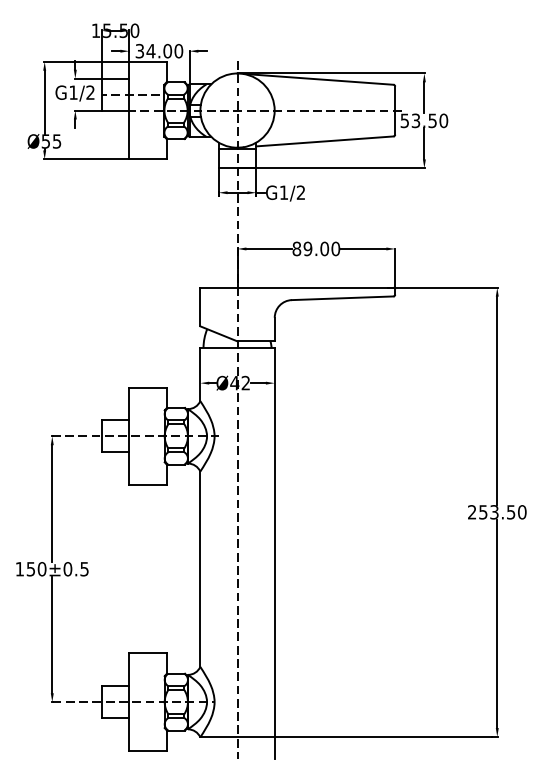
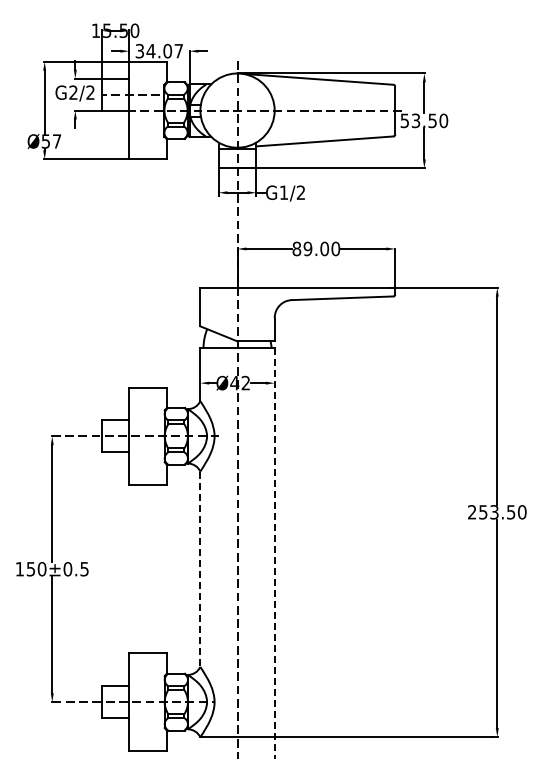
text at (178, 51): 34.00 -> 34.07
text at (73, 92): G1/2 -> G2/2
text at (57, 141): Ø55 -> Ø57
line at (274, 553): solid -> dashed
line at (200, 569): solid -> dashed
